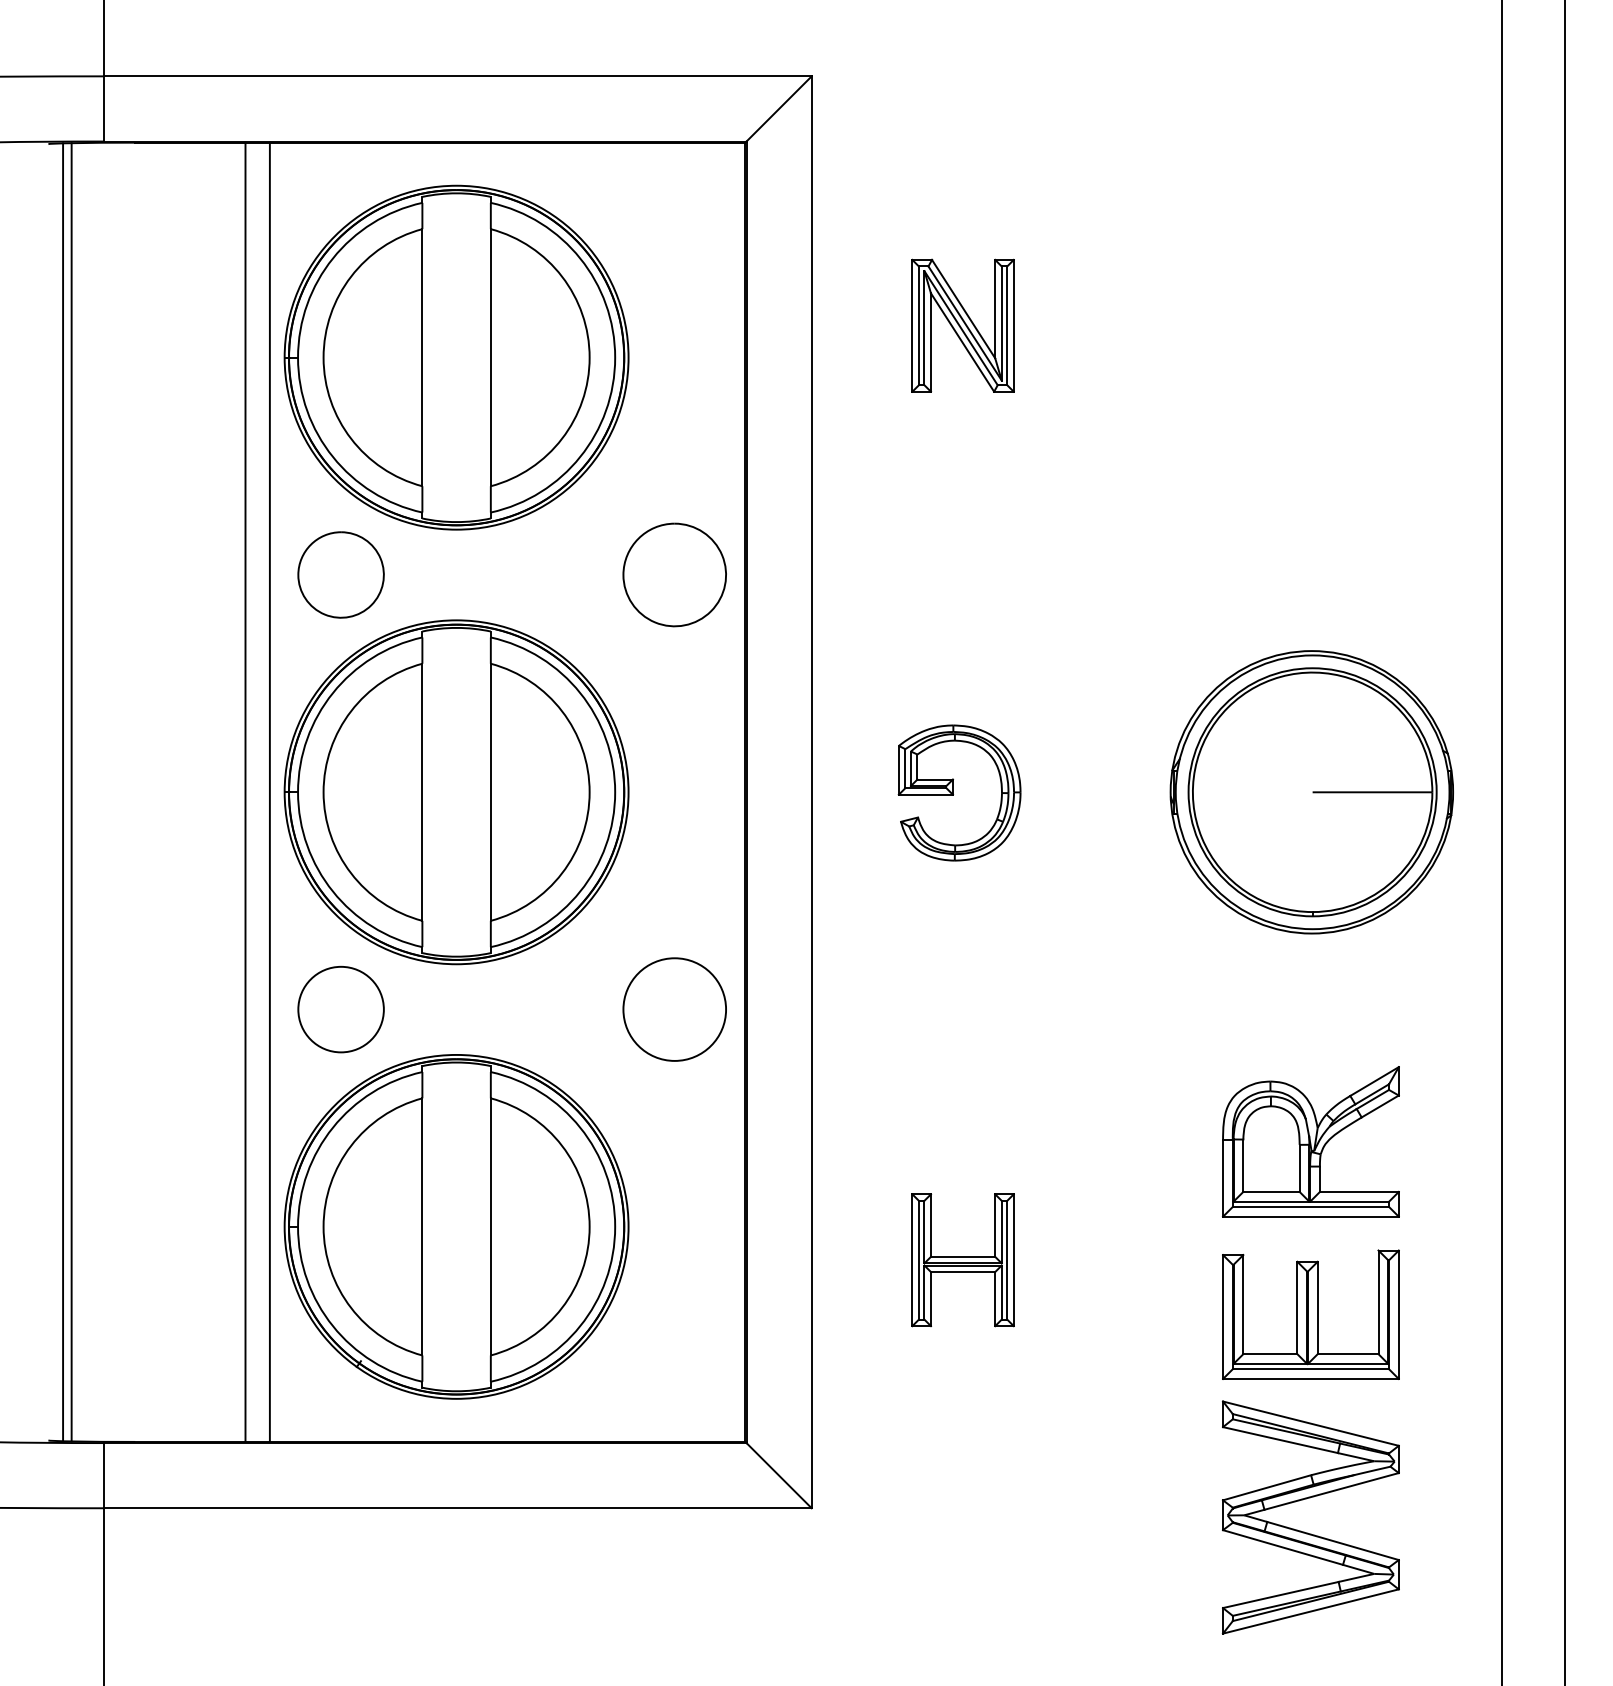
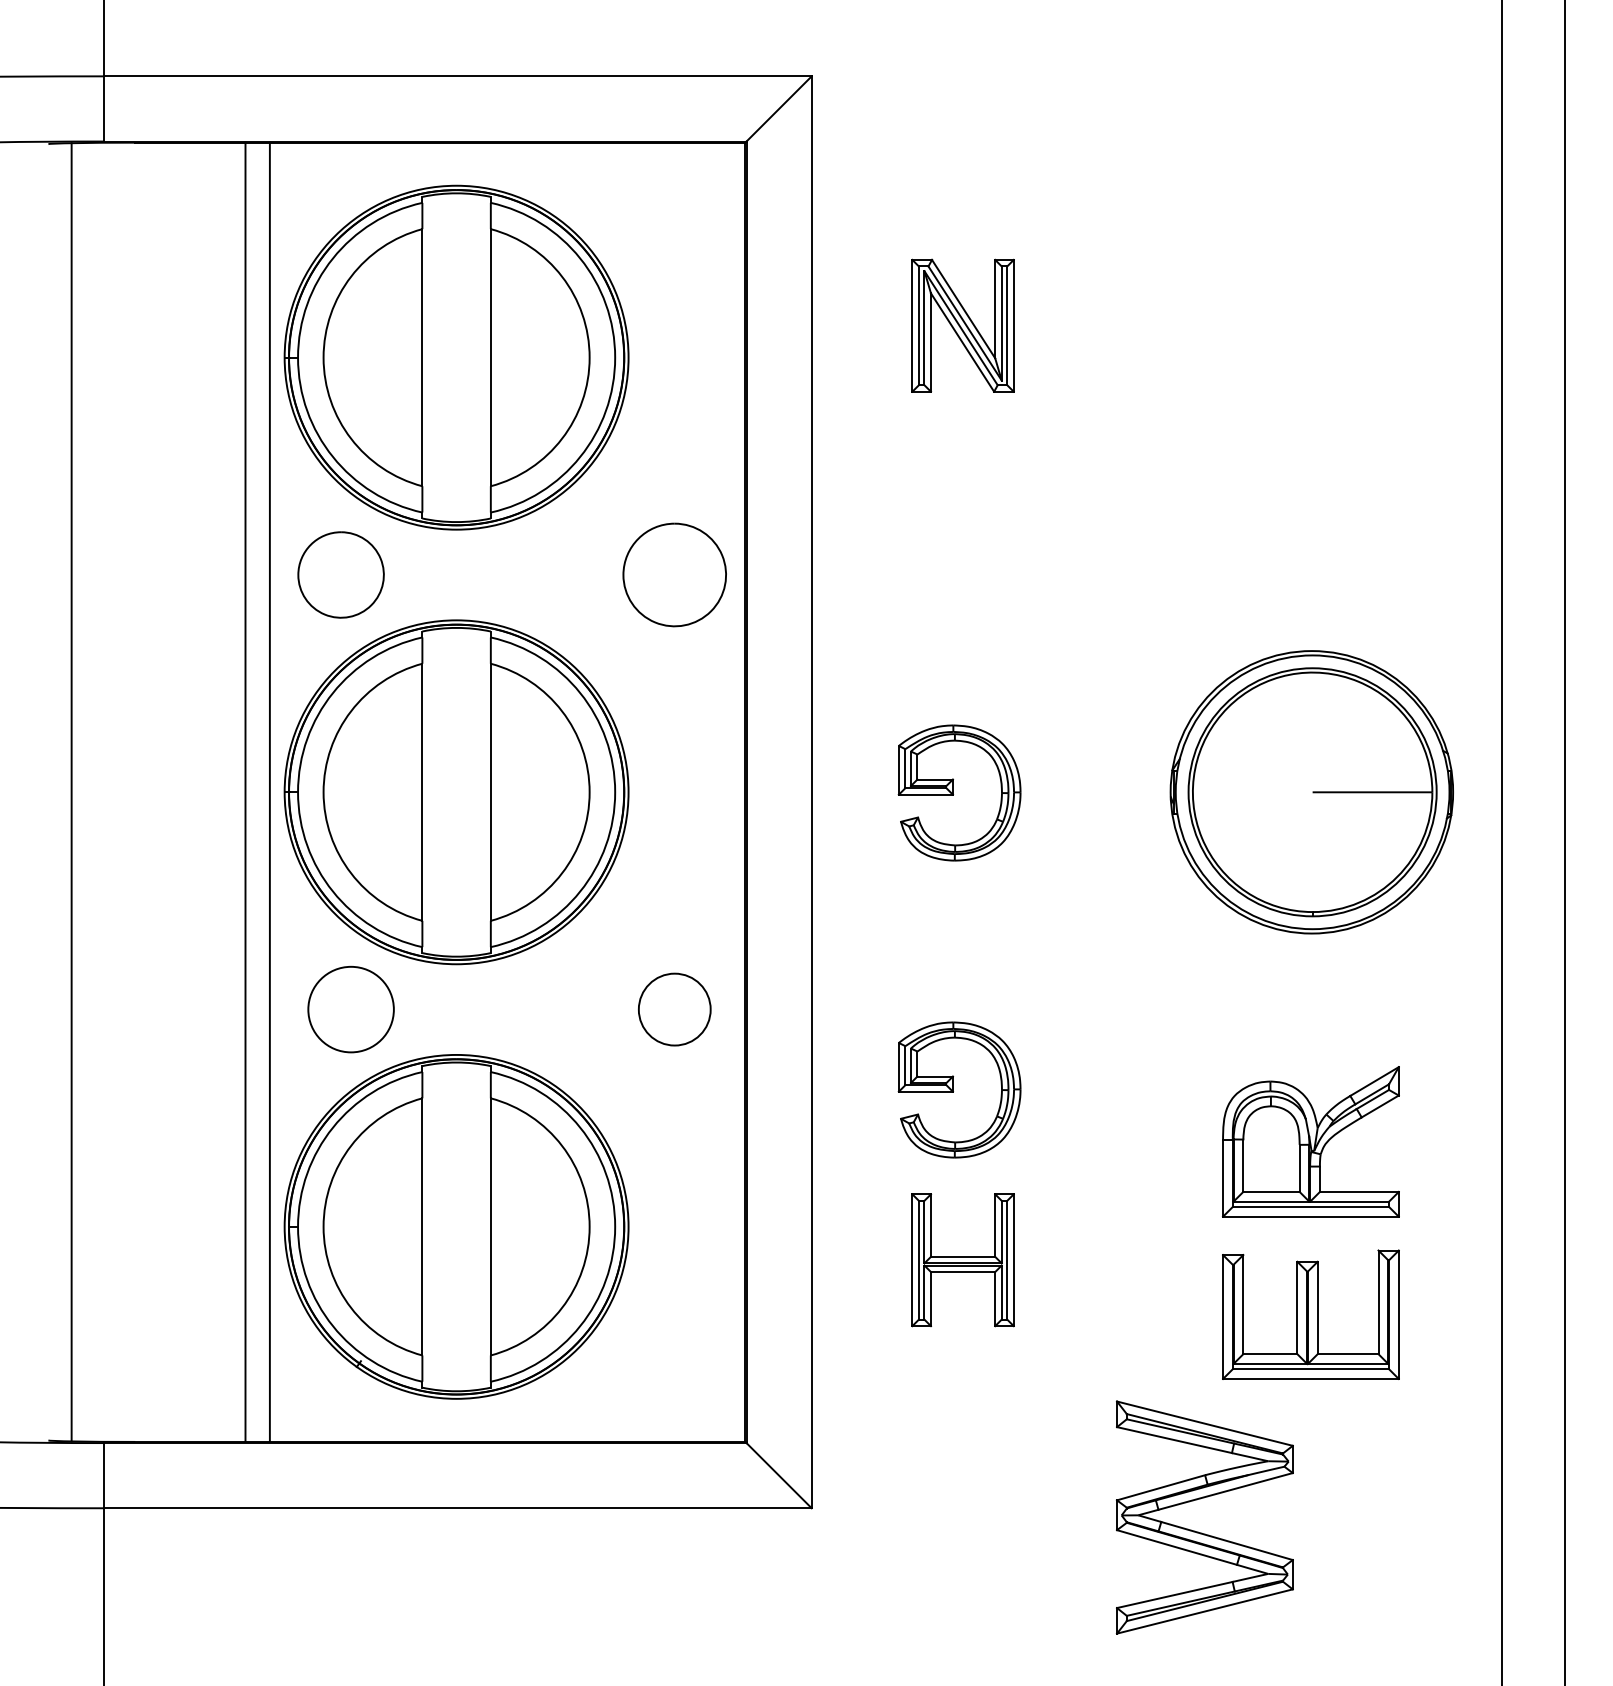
line at (63, 792): present -> none
circle at (340, 1009) position: (340, 1009) -> (350, 1009)
circle at (674, 1009) diameter: 103 px -> 72 px
part at (959, 1089): none -> present
part at (1304, 1531) position: (1304, 1531) -> (1198, 1531)
